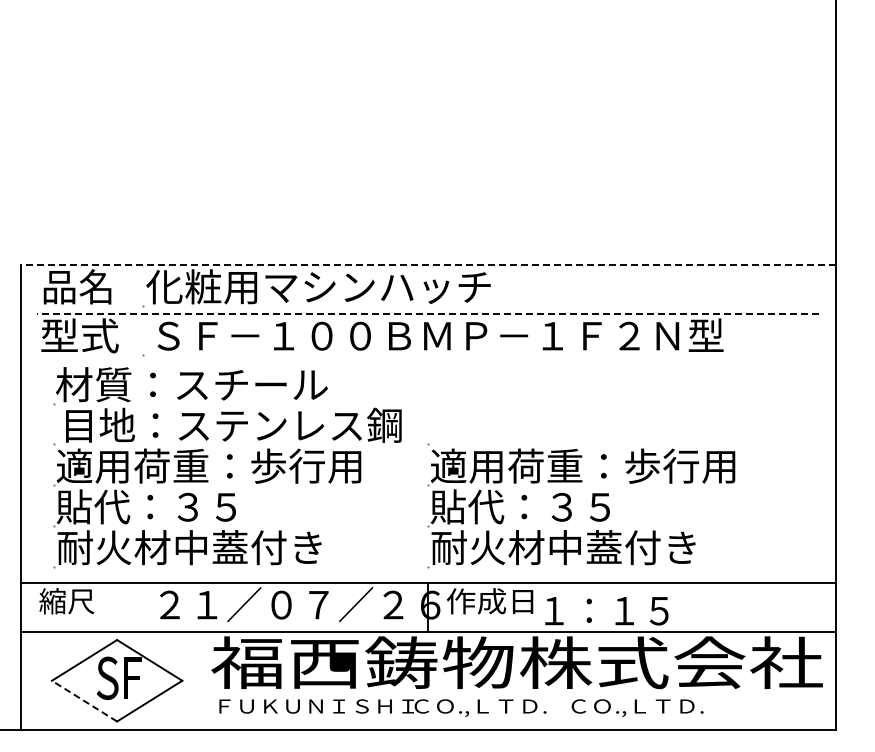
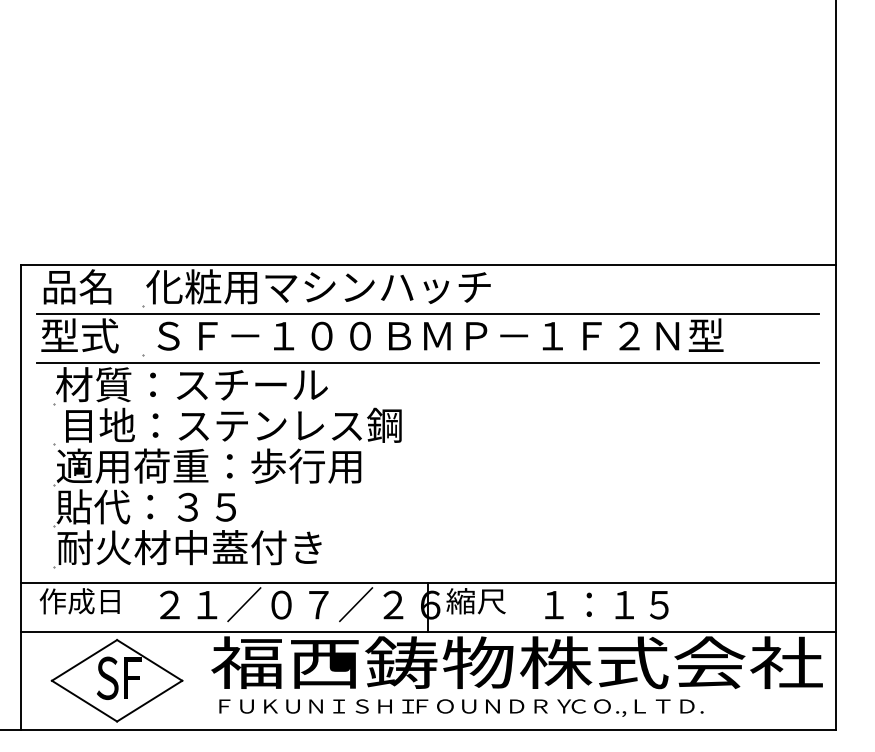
line at (427, 265): dashed -> solid
line at (427, 314): dashed -> solid
line at (428, 363): none -> present
part at (591, 505): present -> none
text at (79, 601): 縮尺 -> 作成日
text at (489, 601): 作成日 -> 縮尺
text at (606, 611) position: (606, 611) -> (606, 605)
line at (84, 700): dashed -> solid
text at (492, 707): ＣＯ.,ＬＴＤ. -> ＦＯＵＮＤＲＹ
